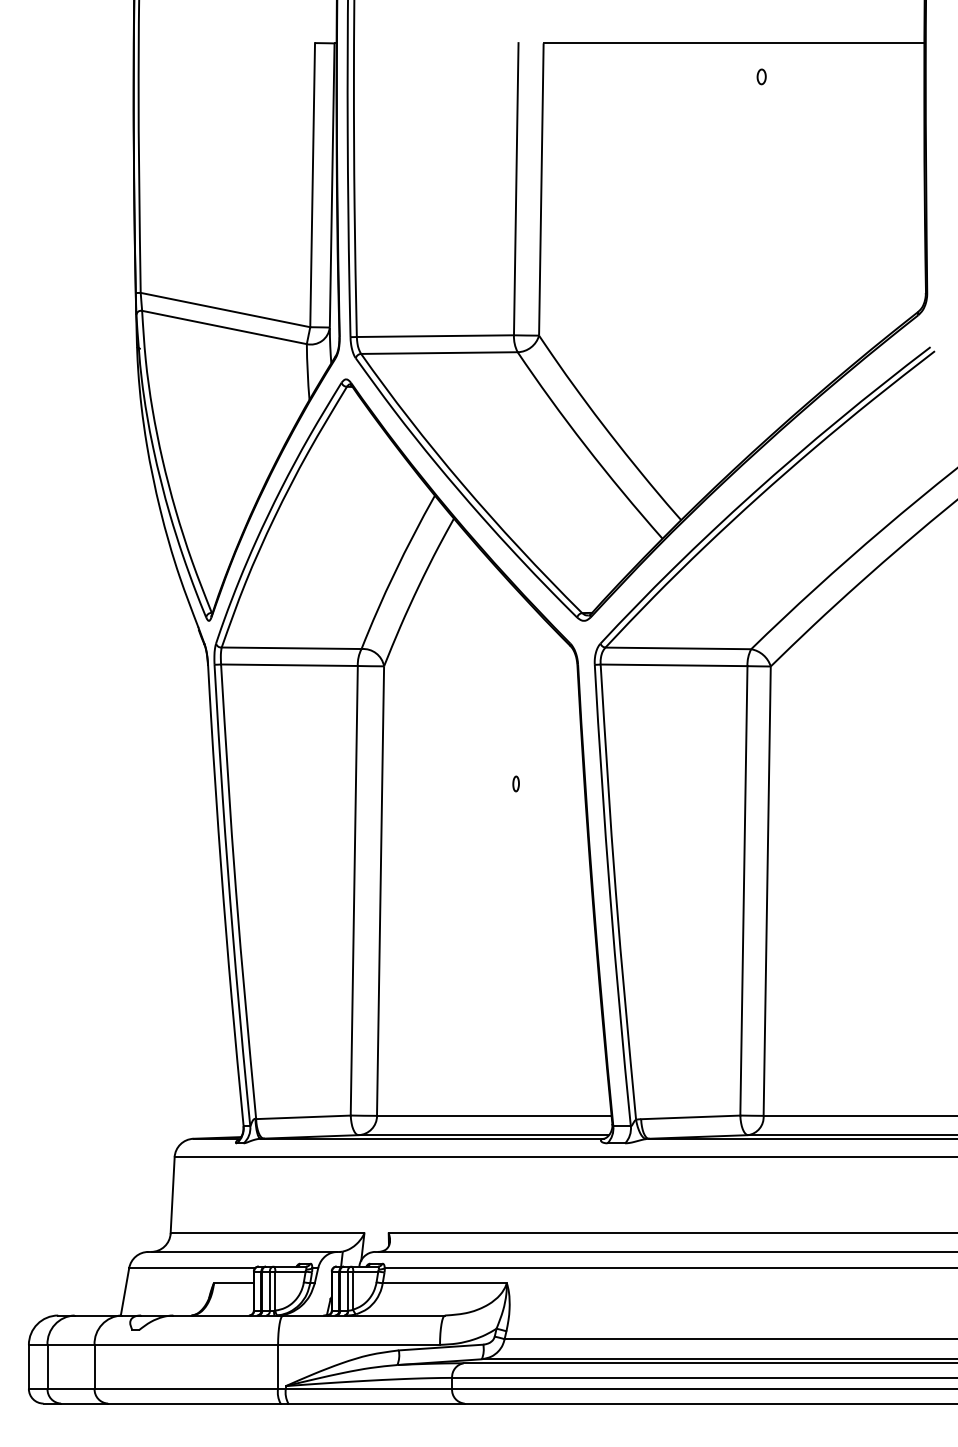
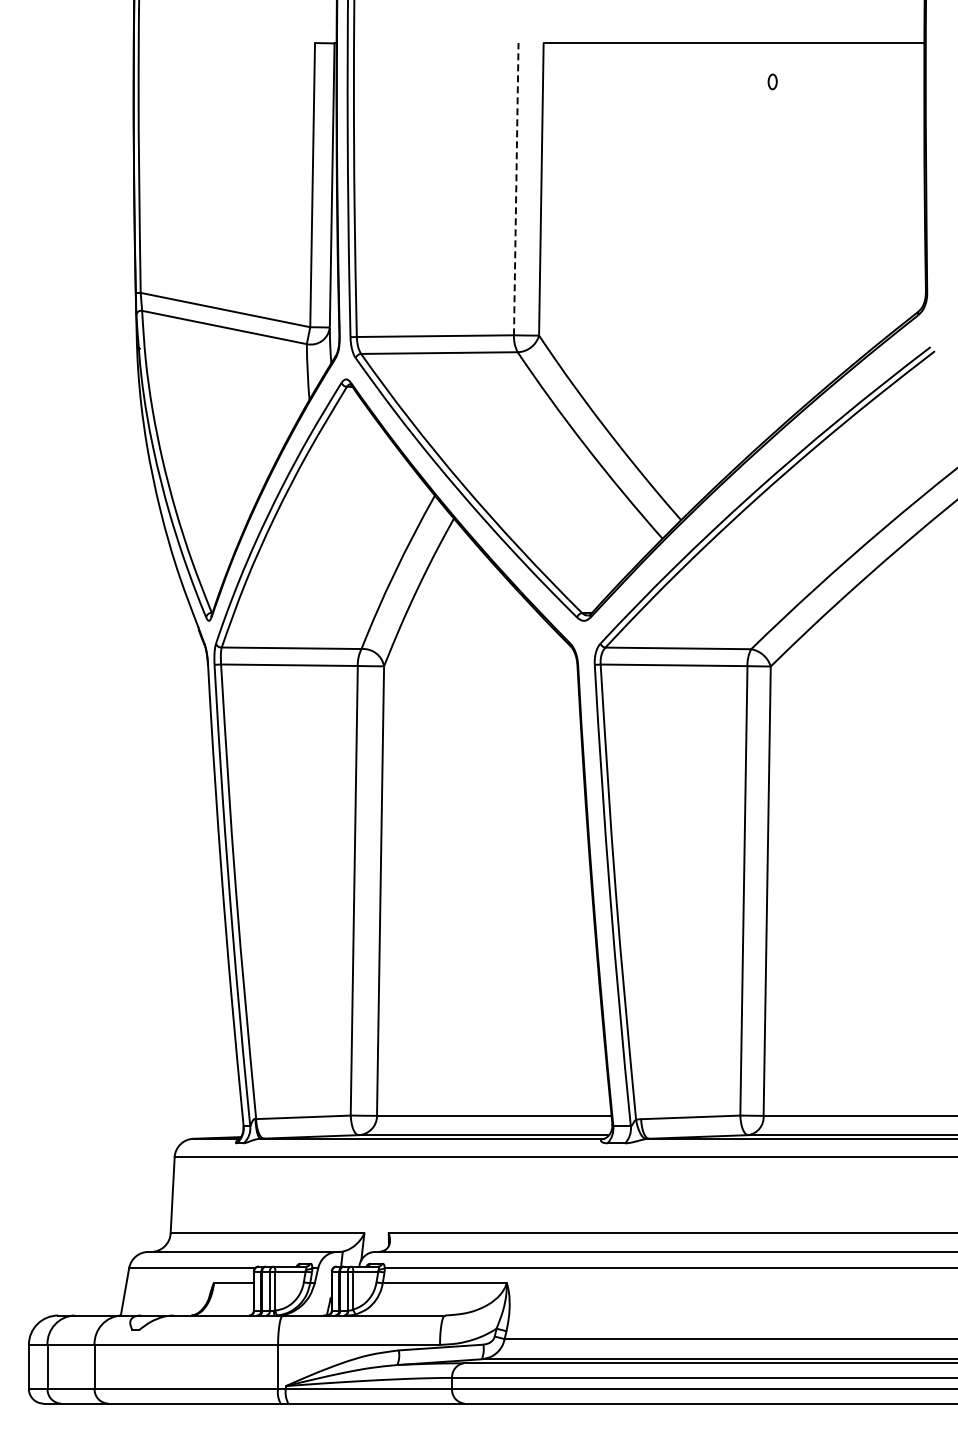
part at (761, 76) position: (761, 76) -> (772, 81)
line at (516, 188): solid -> dashed
part at (515, 783): present -> none
